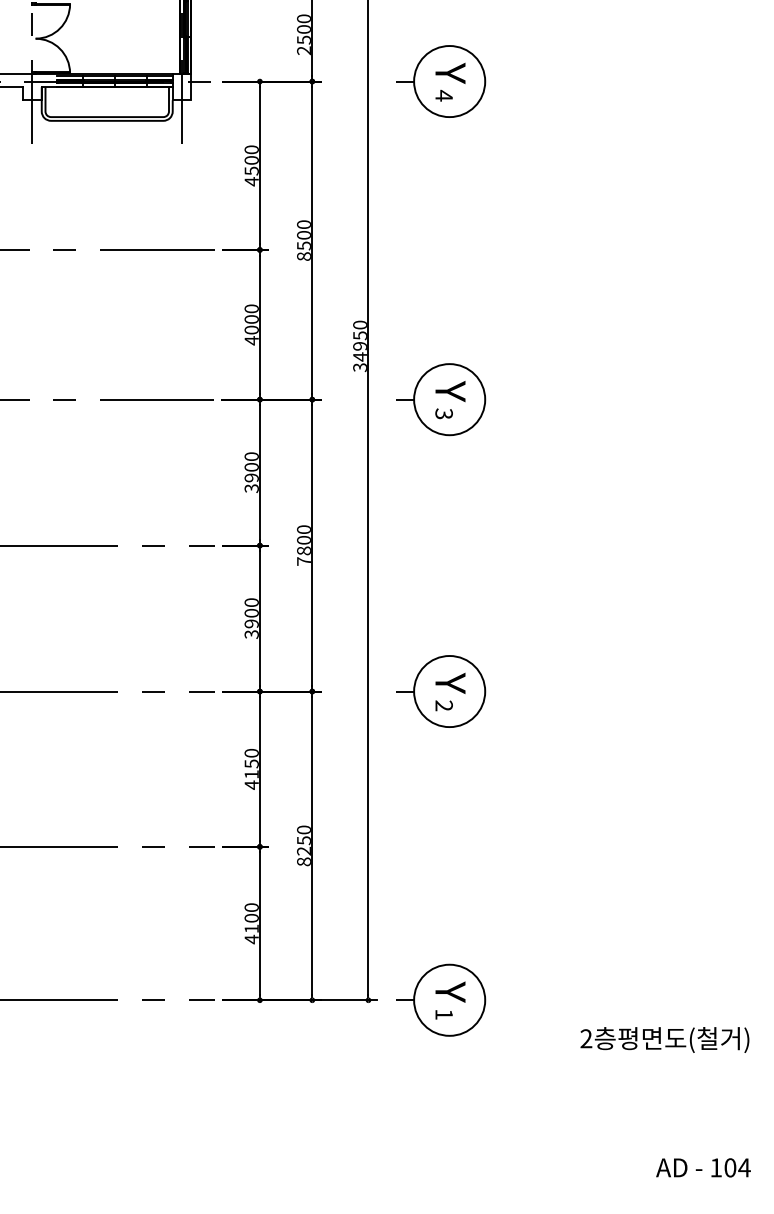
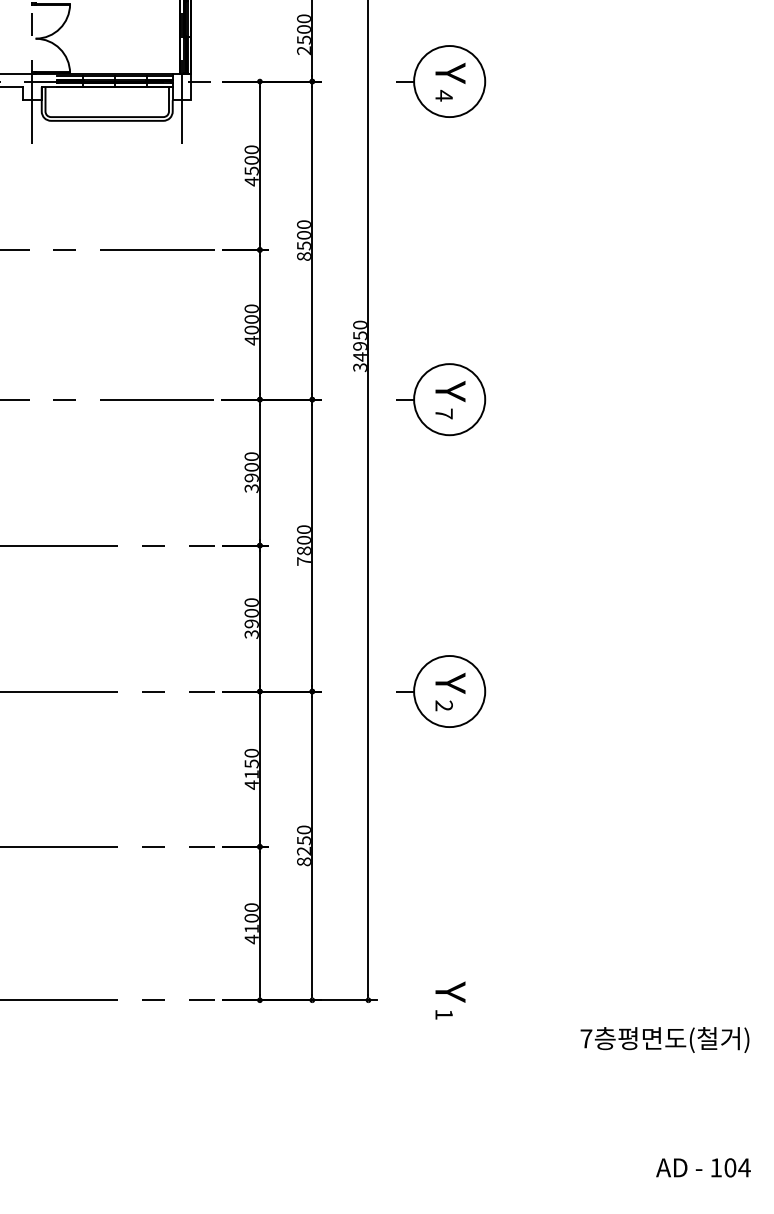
text at (443, 413): 3 -> 7
part at (441, 999): present -> none
text at (586, 1038): 2 -> 7
